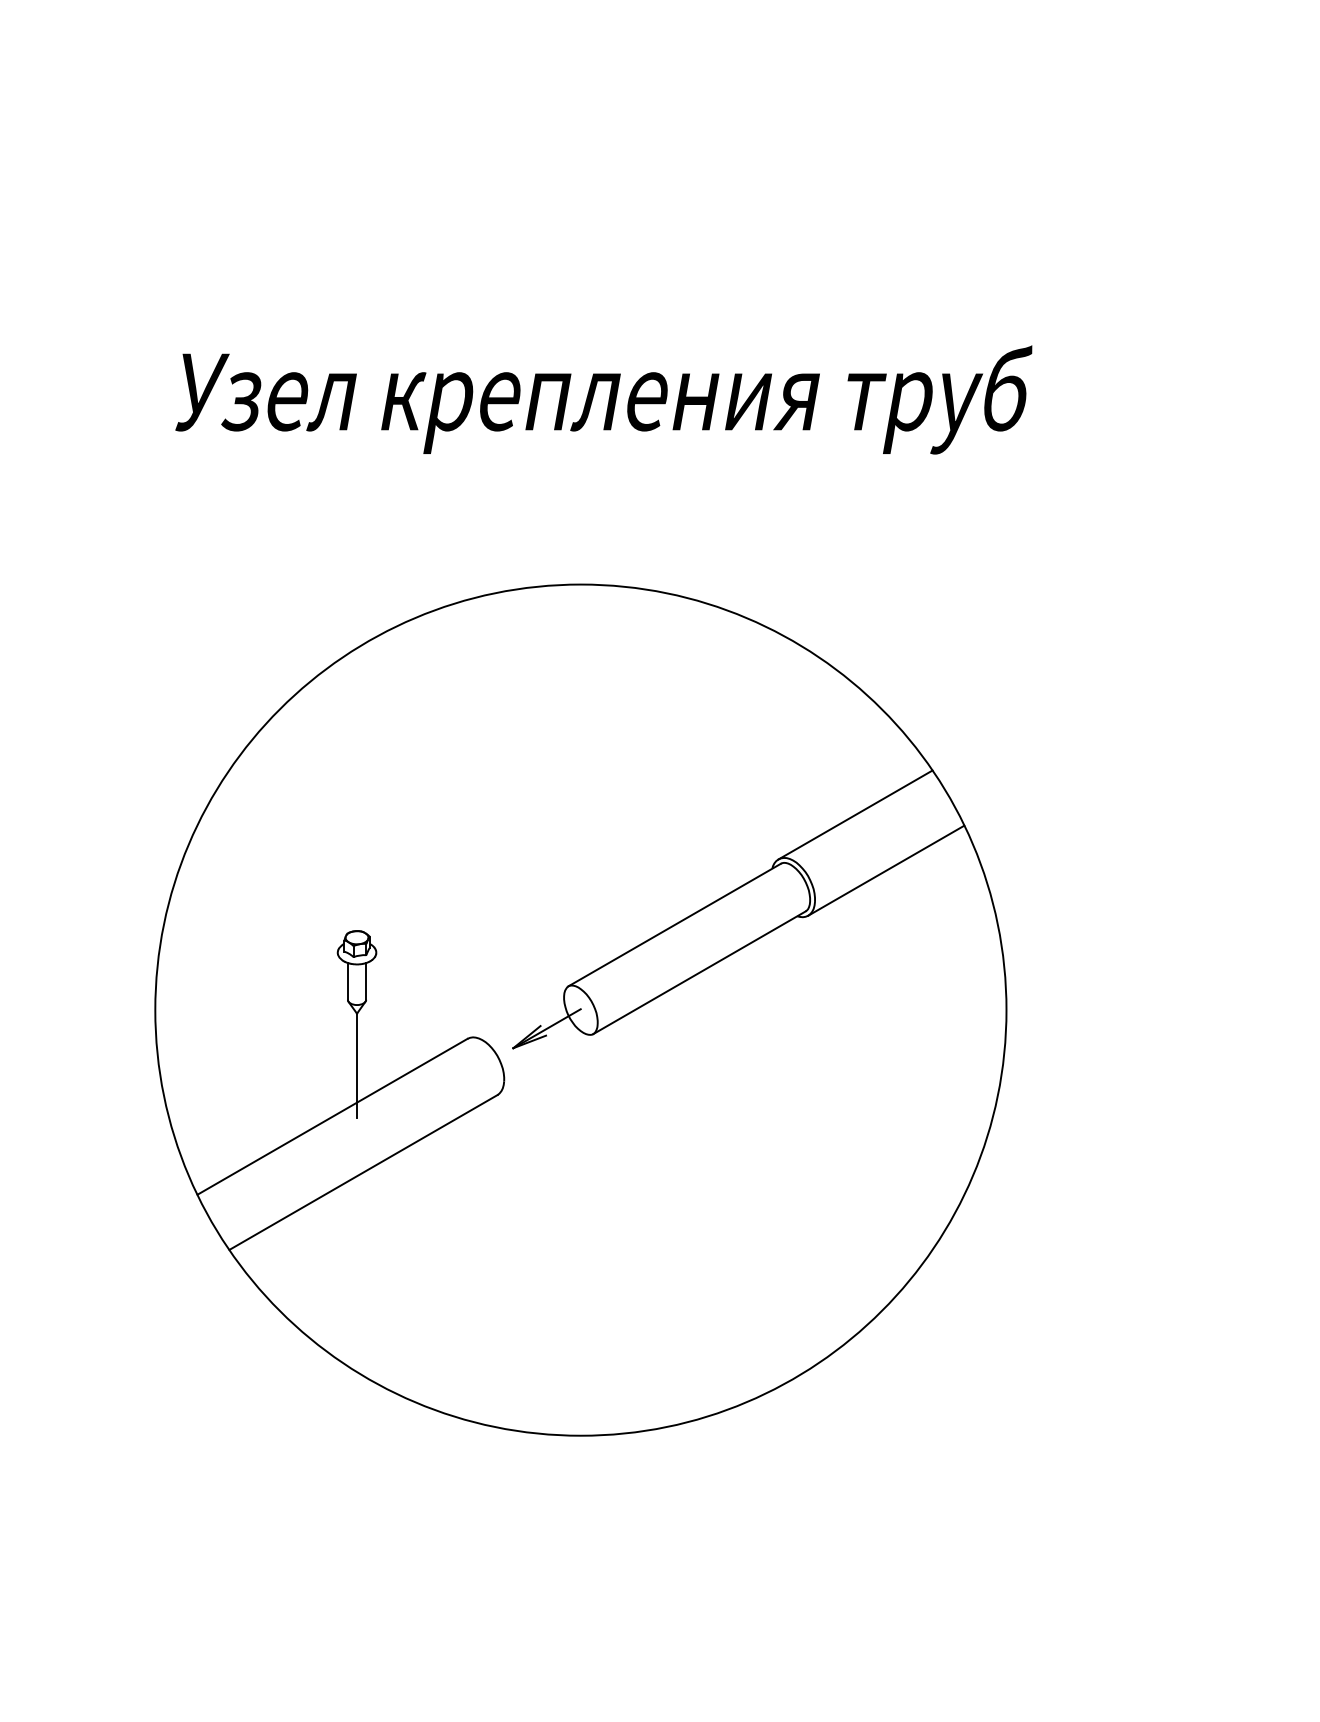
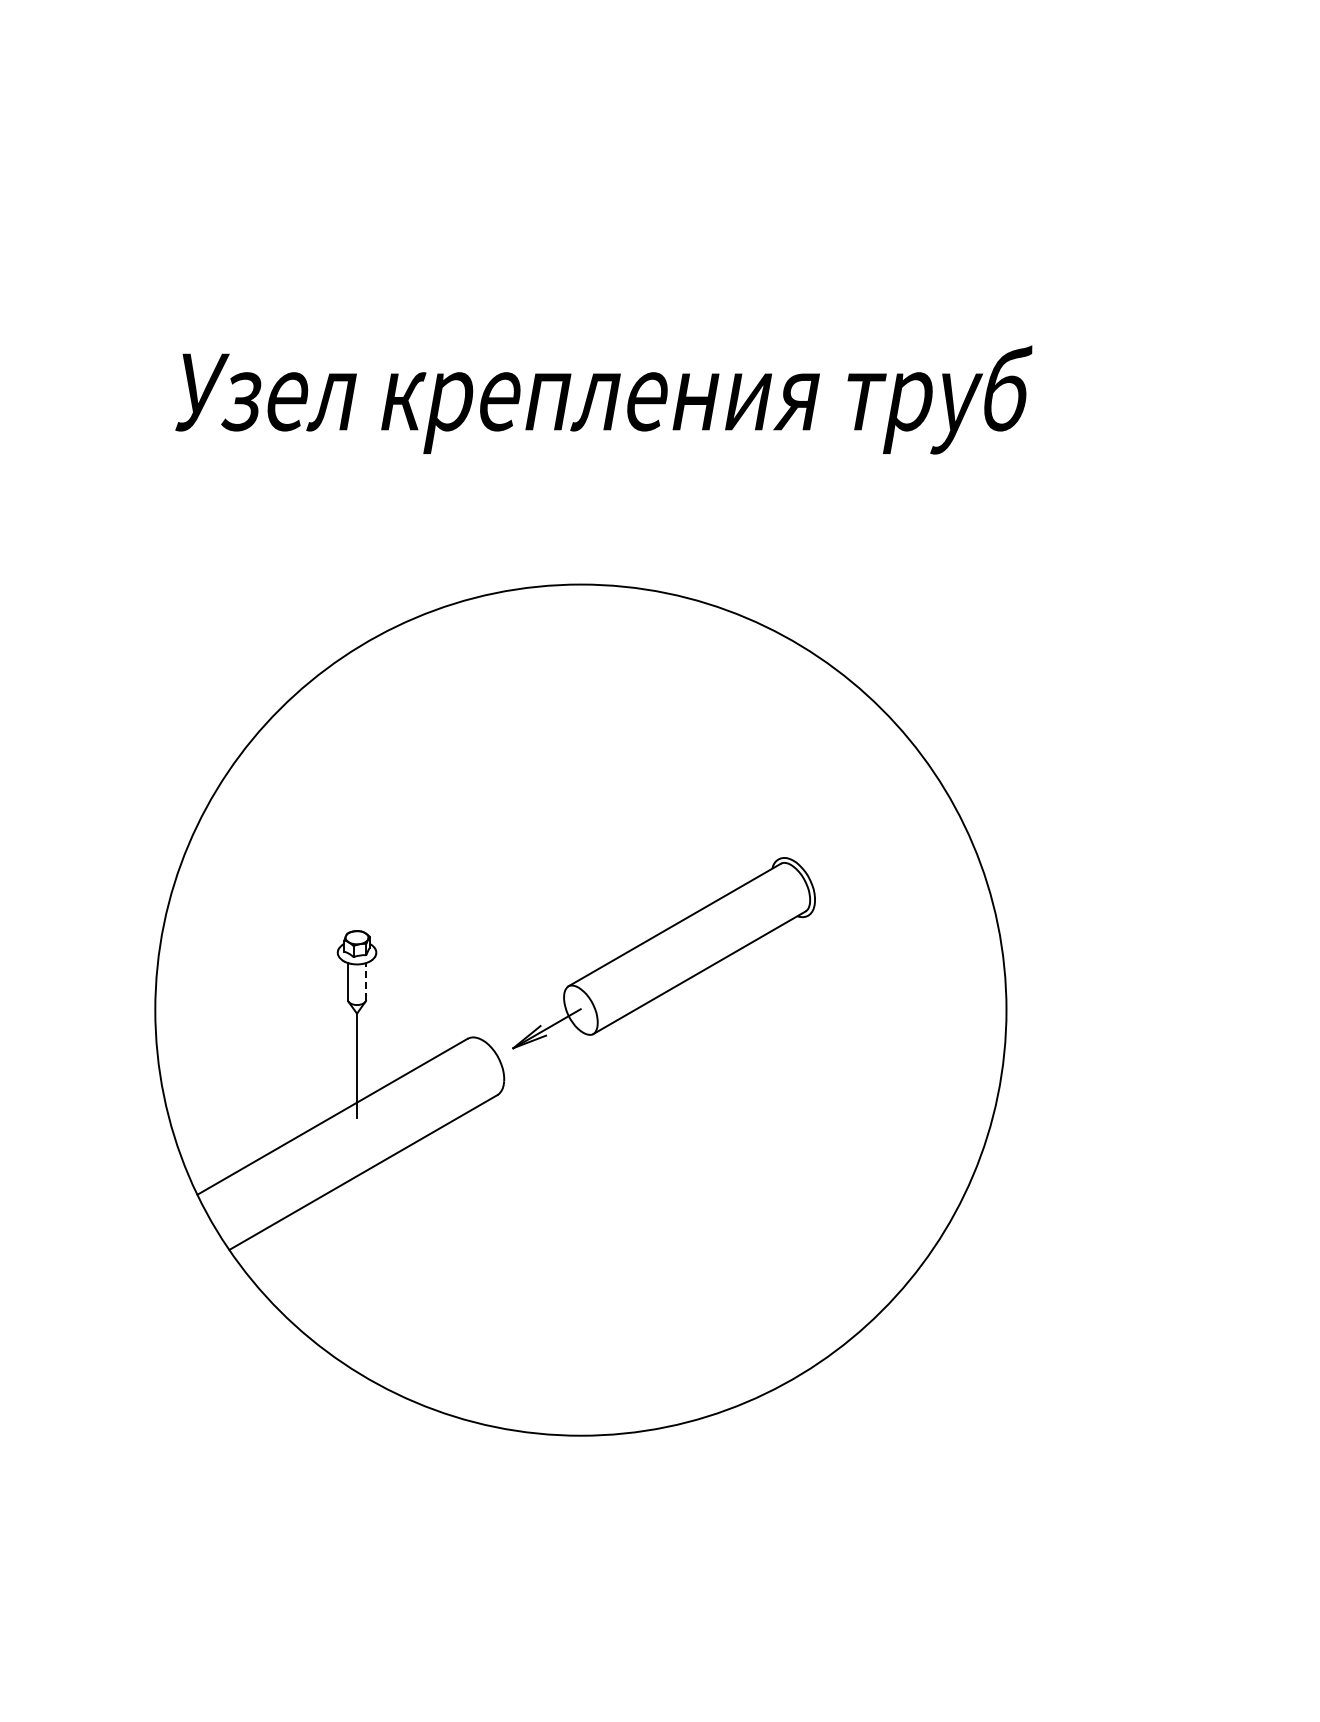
line at (855, 814): present -> none
line at (886, 870): present -> none
line at (366, 980): solid -> dashed
